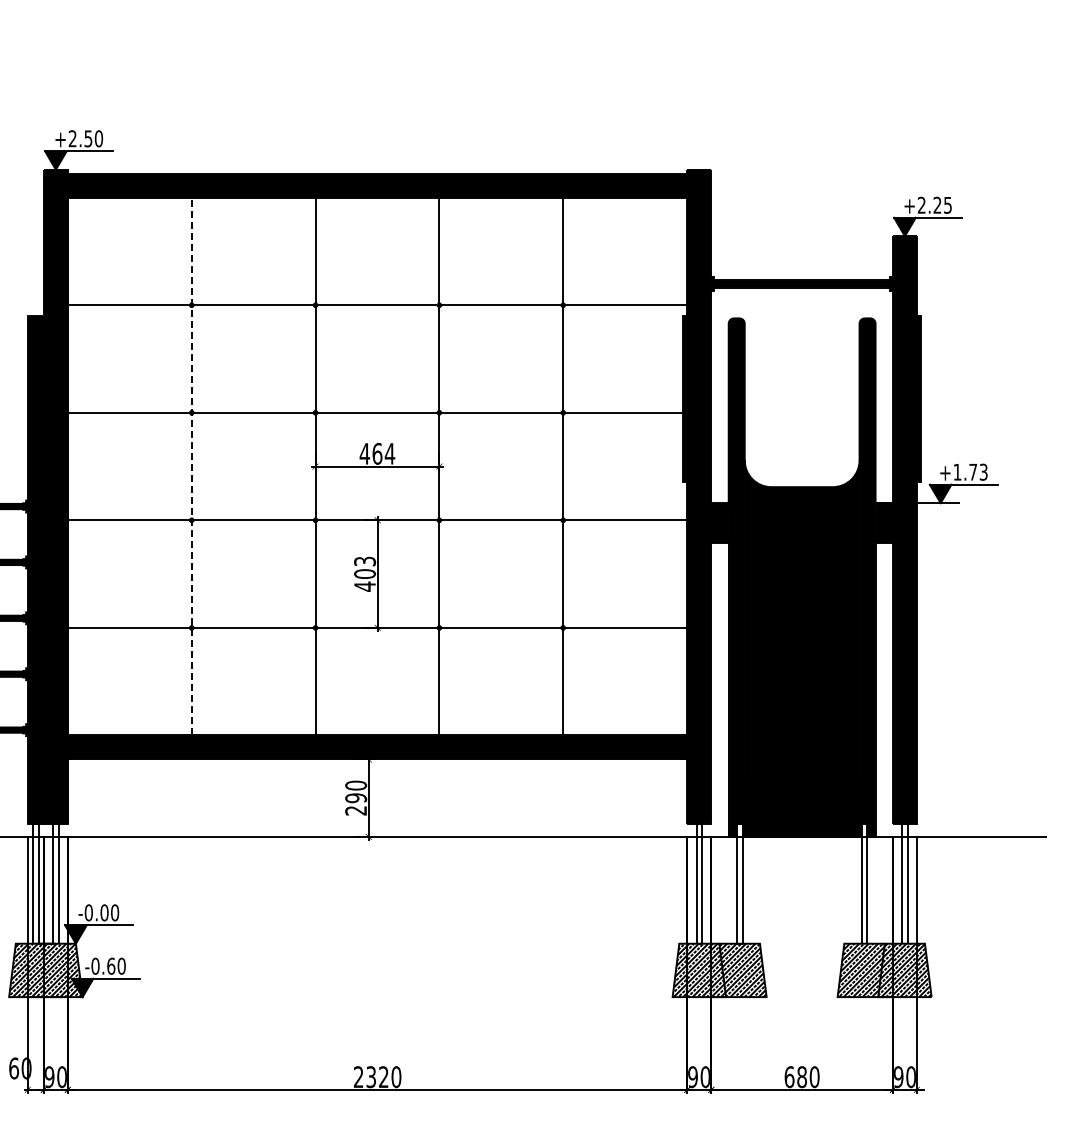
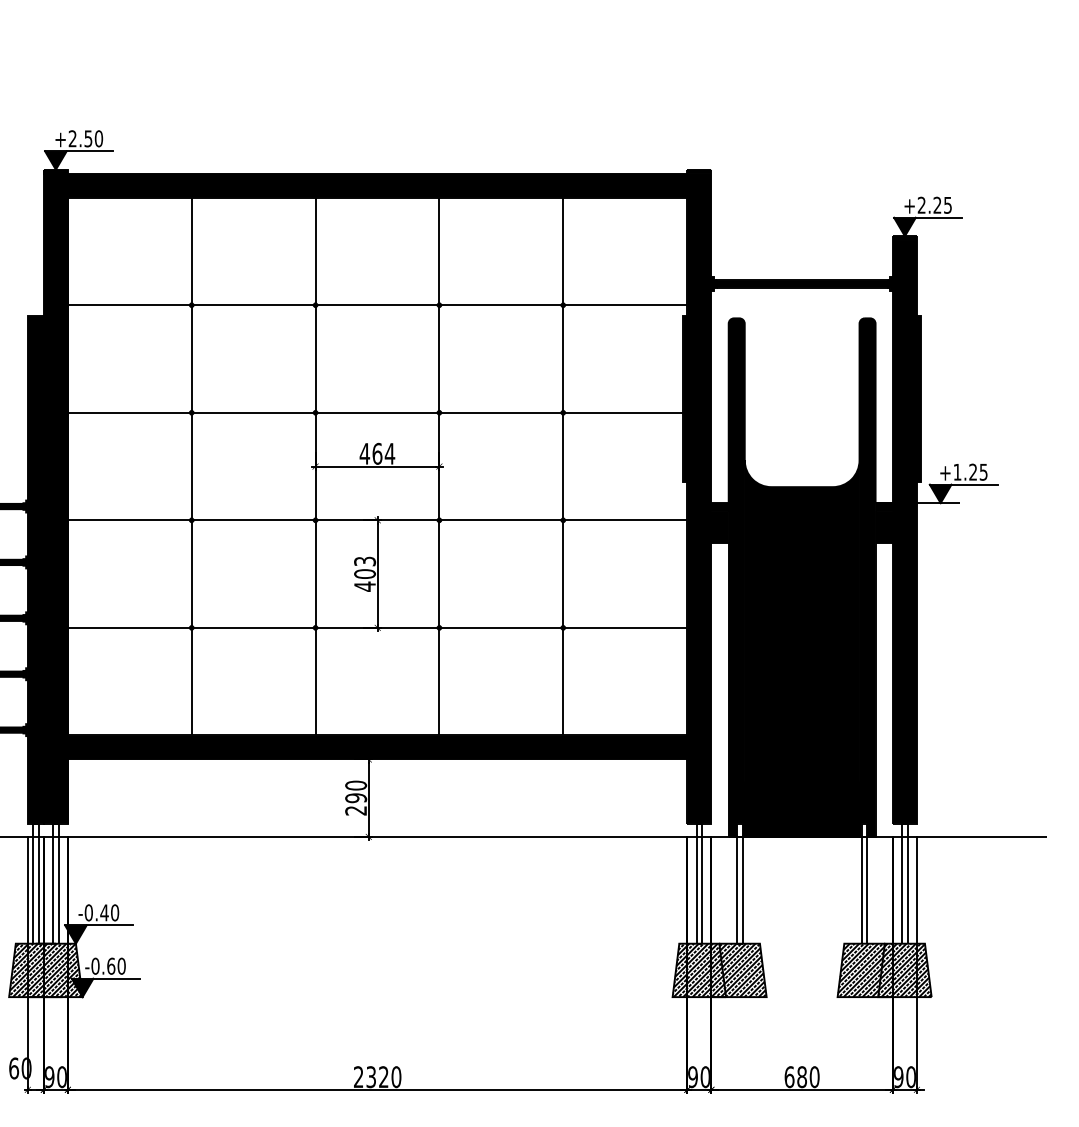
line at (191, 466): dashed -> solid
text at (978, 471): +1.73 -> +1.25
text at (104, 912): -0.00 -> -0.40
